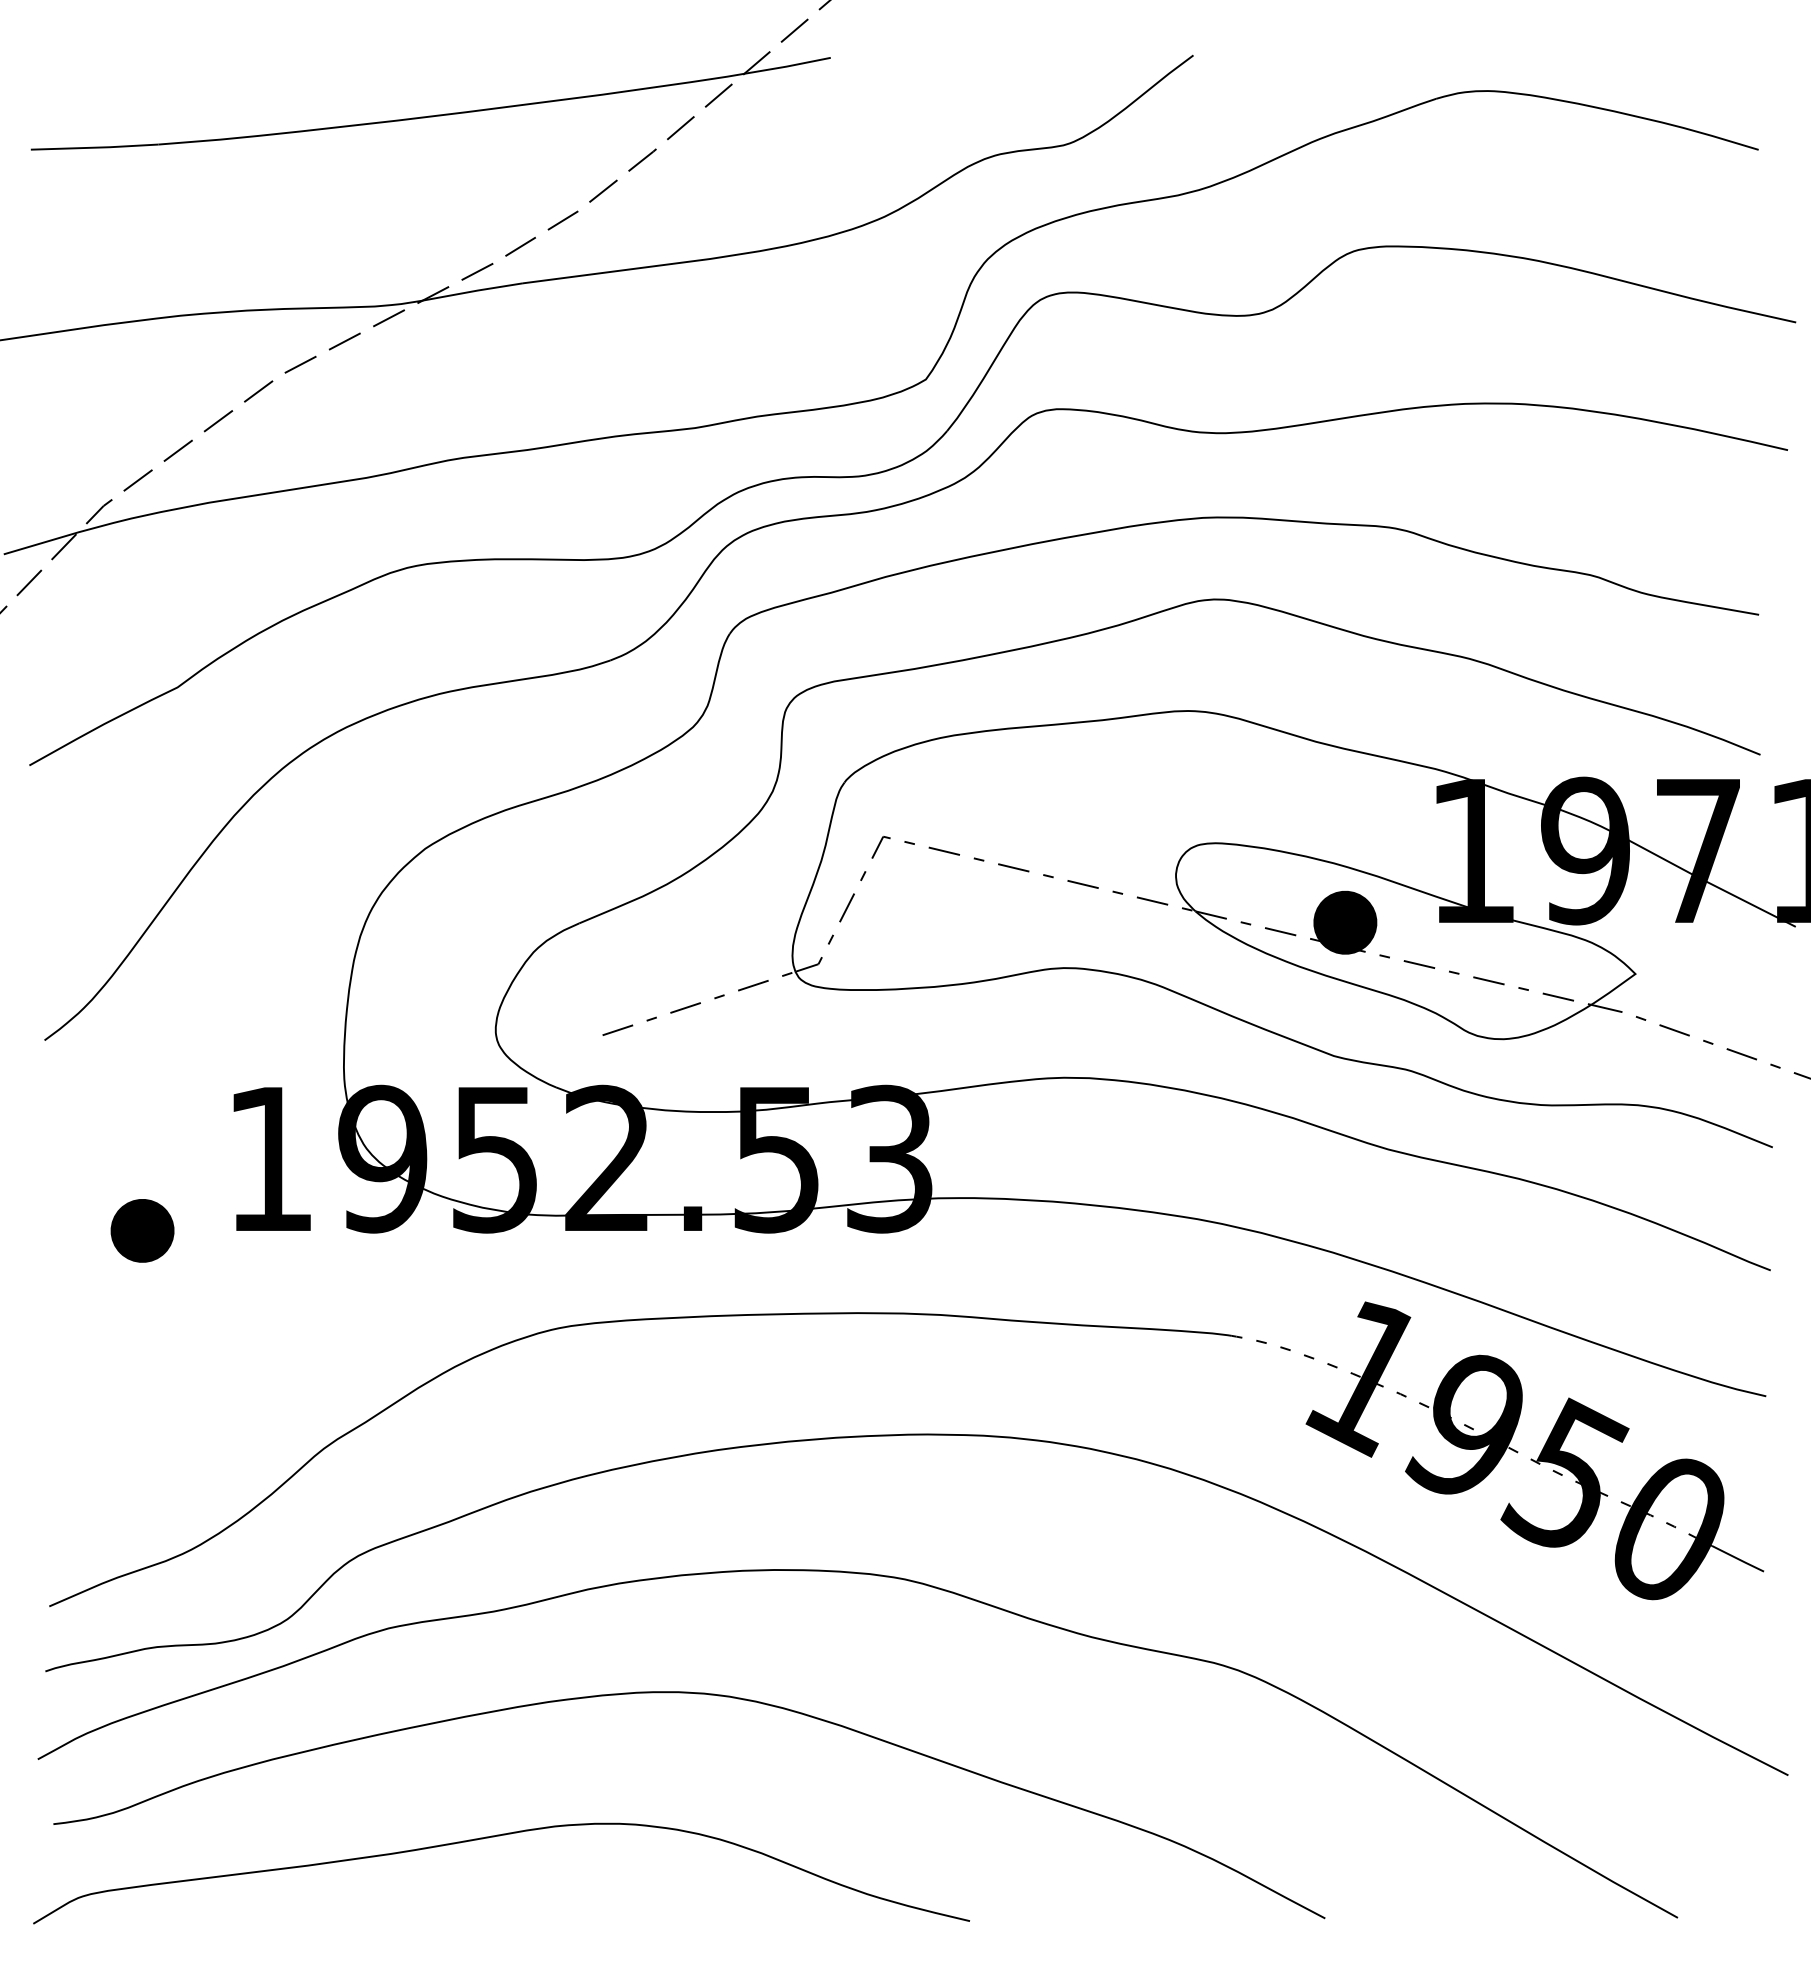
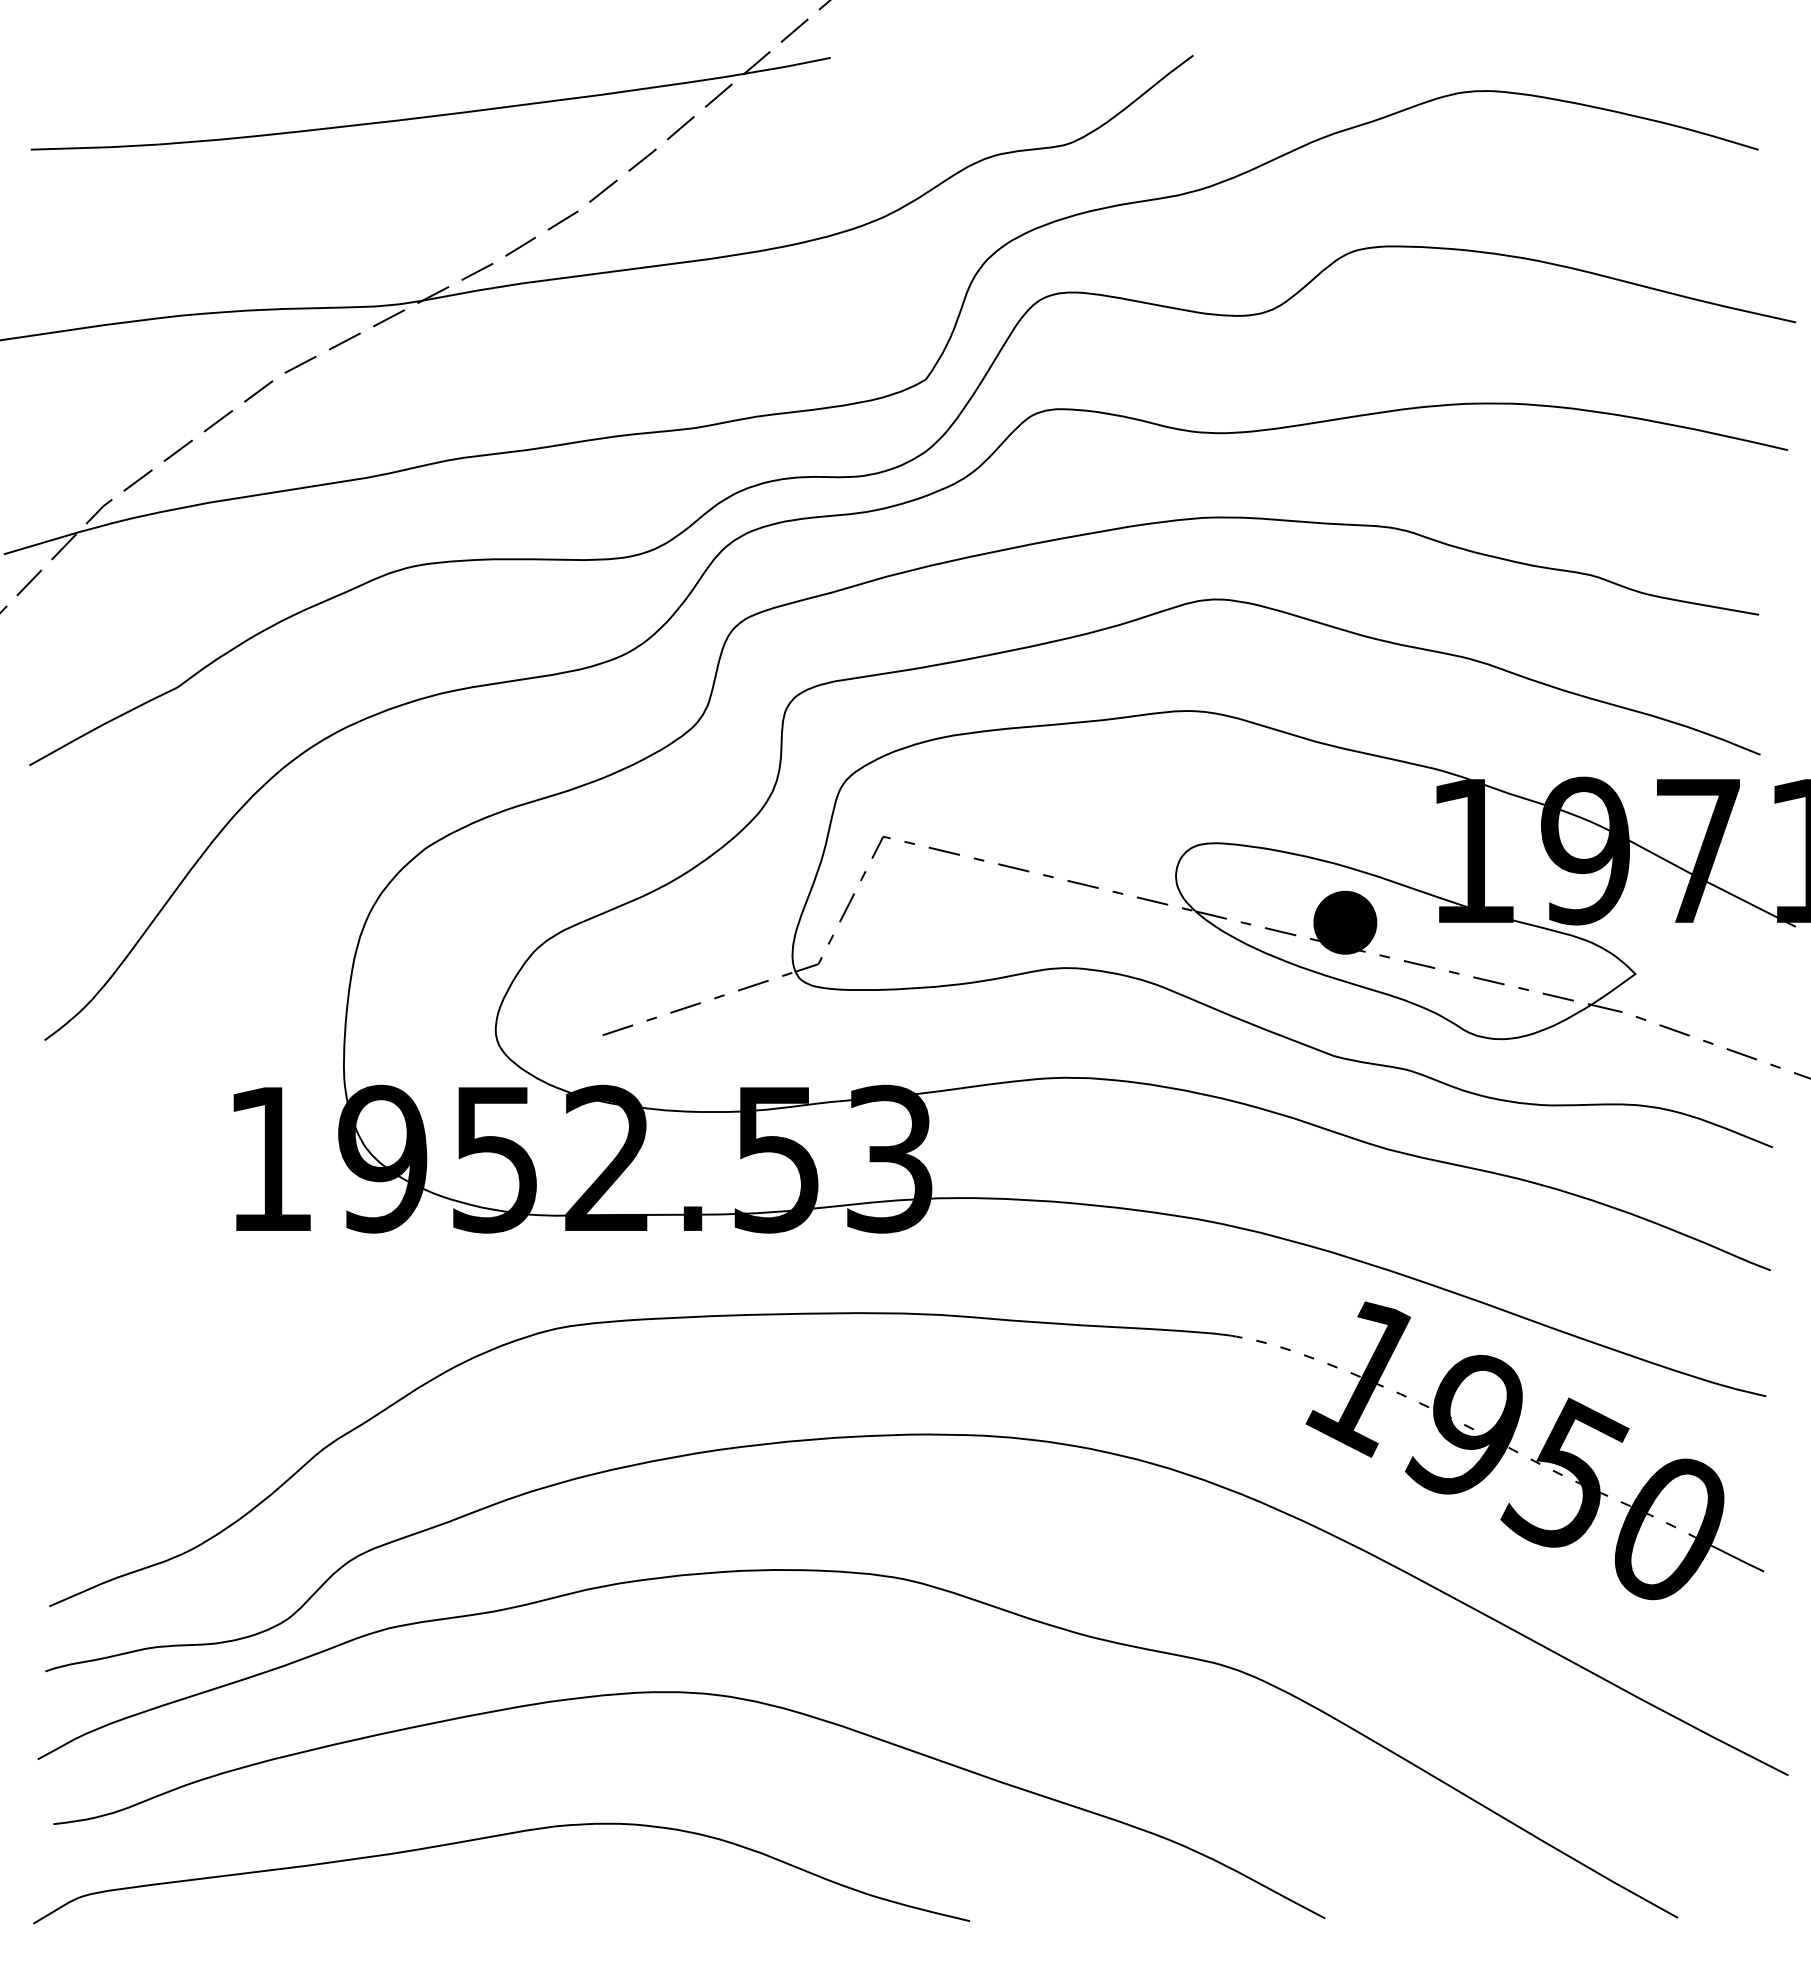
part at (142, 1230): present -> none
